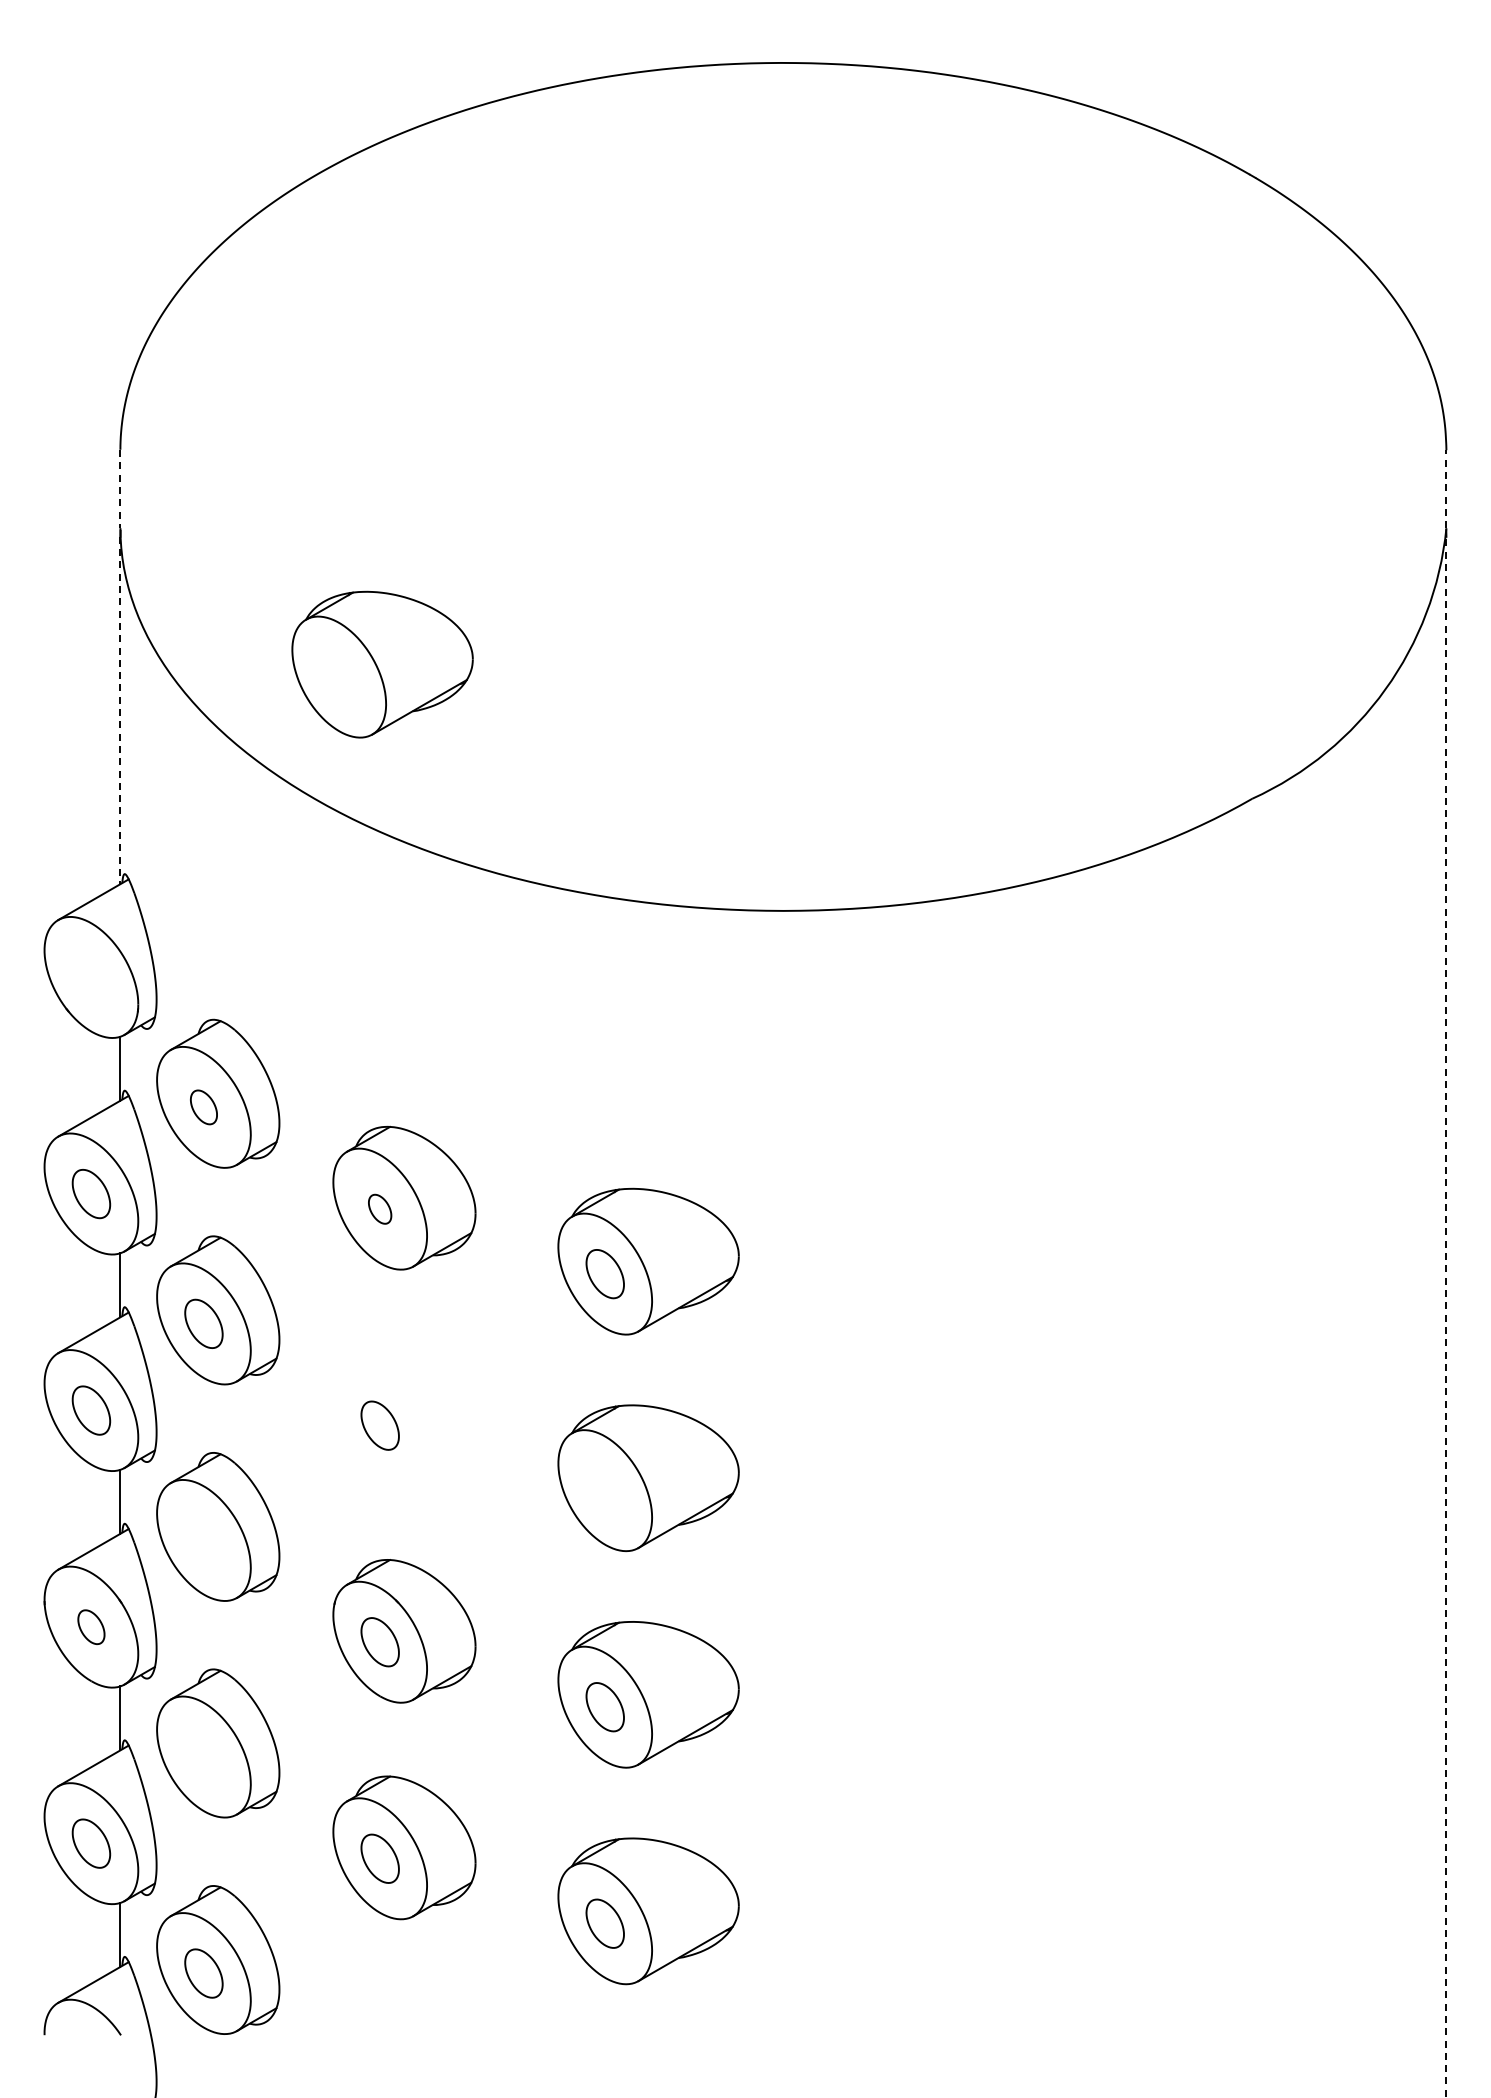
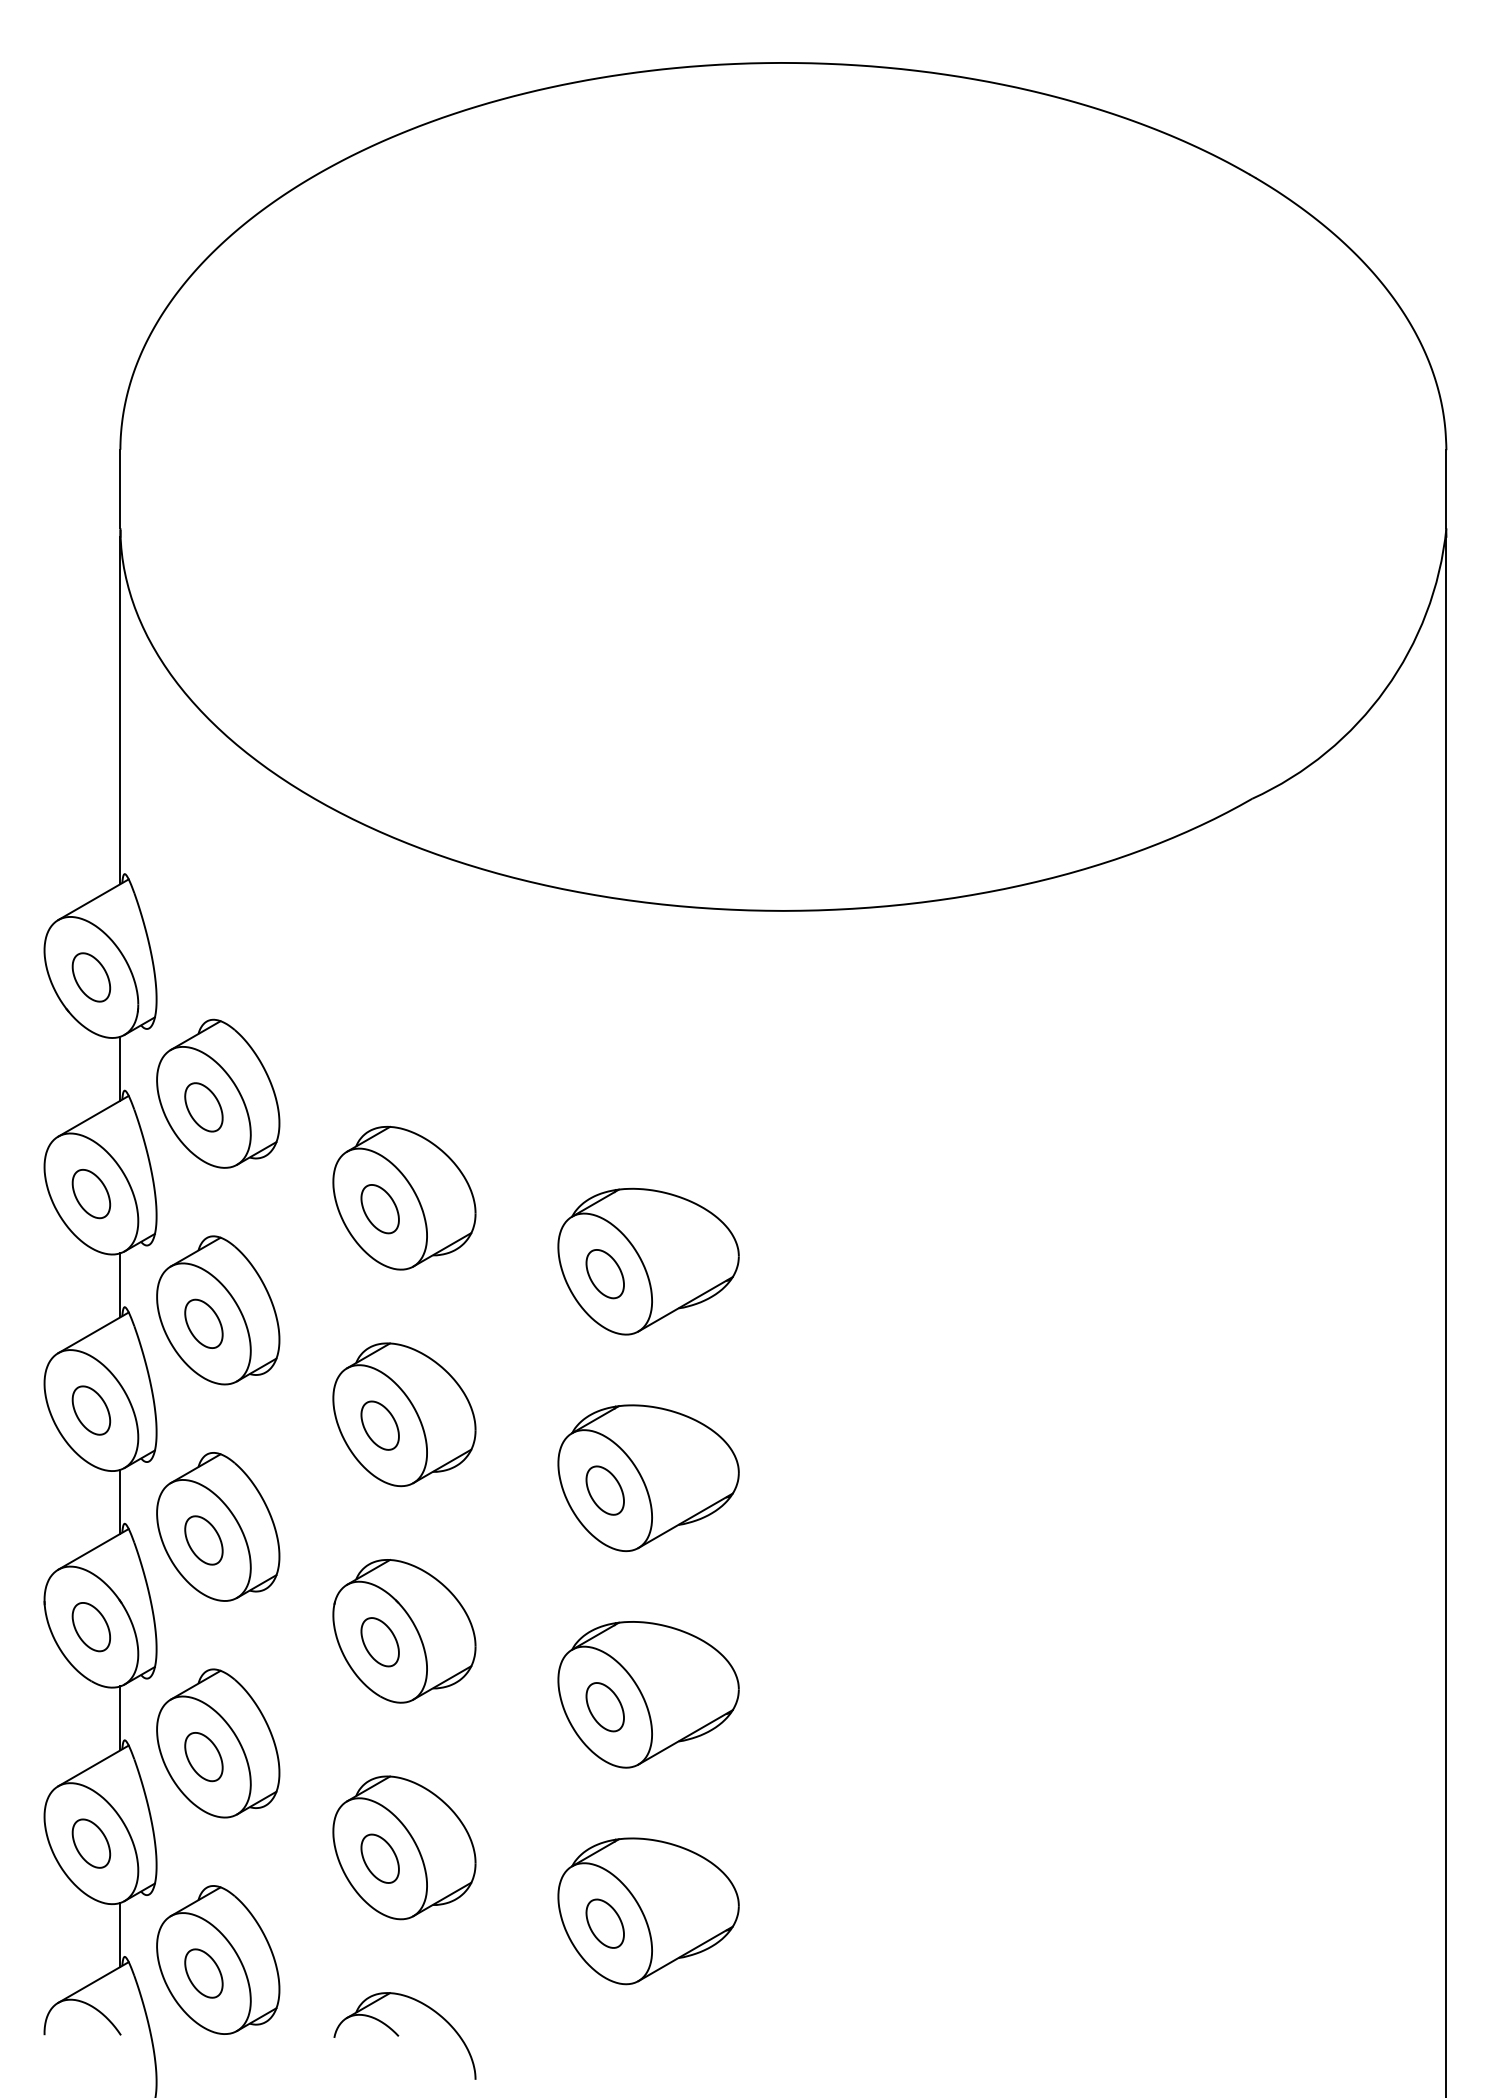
line at (120, 489): dashed -> solid
line at (1446, 489): dashed -> solid
part at (382, 664): present -> none
line at (120, 710): dashed -> solid
part at (91, 977): none -> present
part at (203, 1107) size: 28x37 px -> 40x51 px
part at (380, 1208) size: 25x32 px -> 40x51 px
line at (1446, 1316): dashed -> solid
part at (404, 1414): none -> present
part at (604, 1490): none -> present
part at (203, 1540): none -> present
part at (91, 1626) size: 29x36 px -> 41x51 px
part at (203, 1757): none -> present
part at (404, 2035): none -> present
